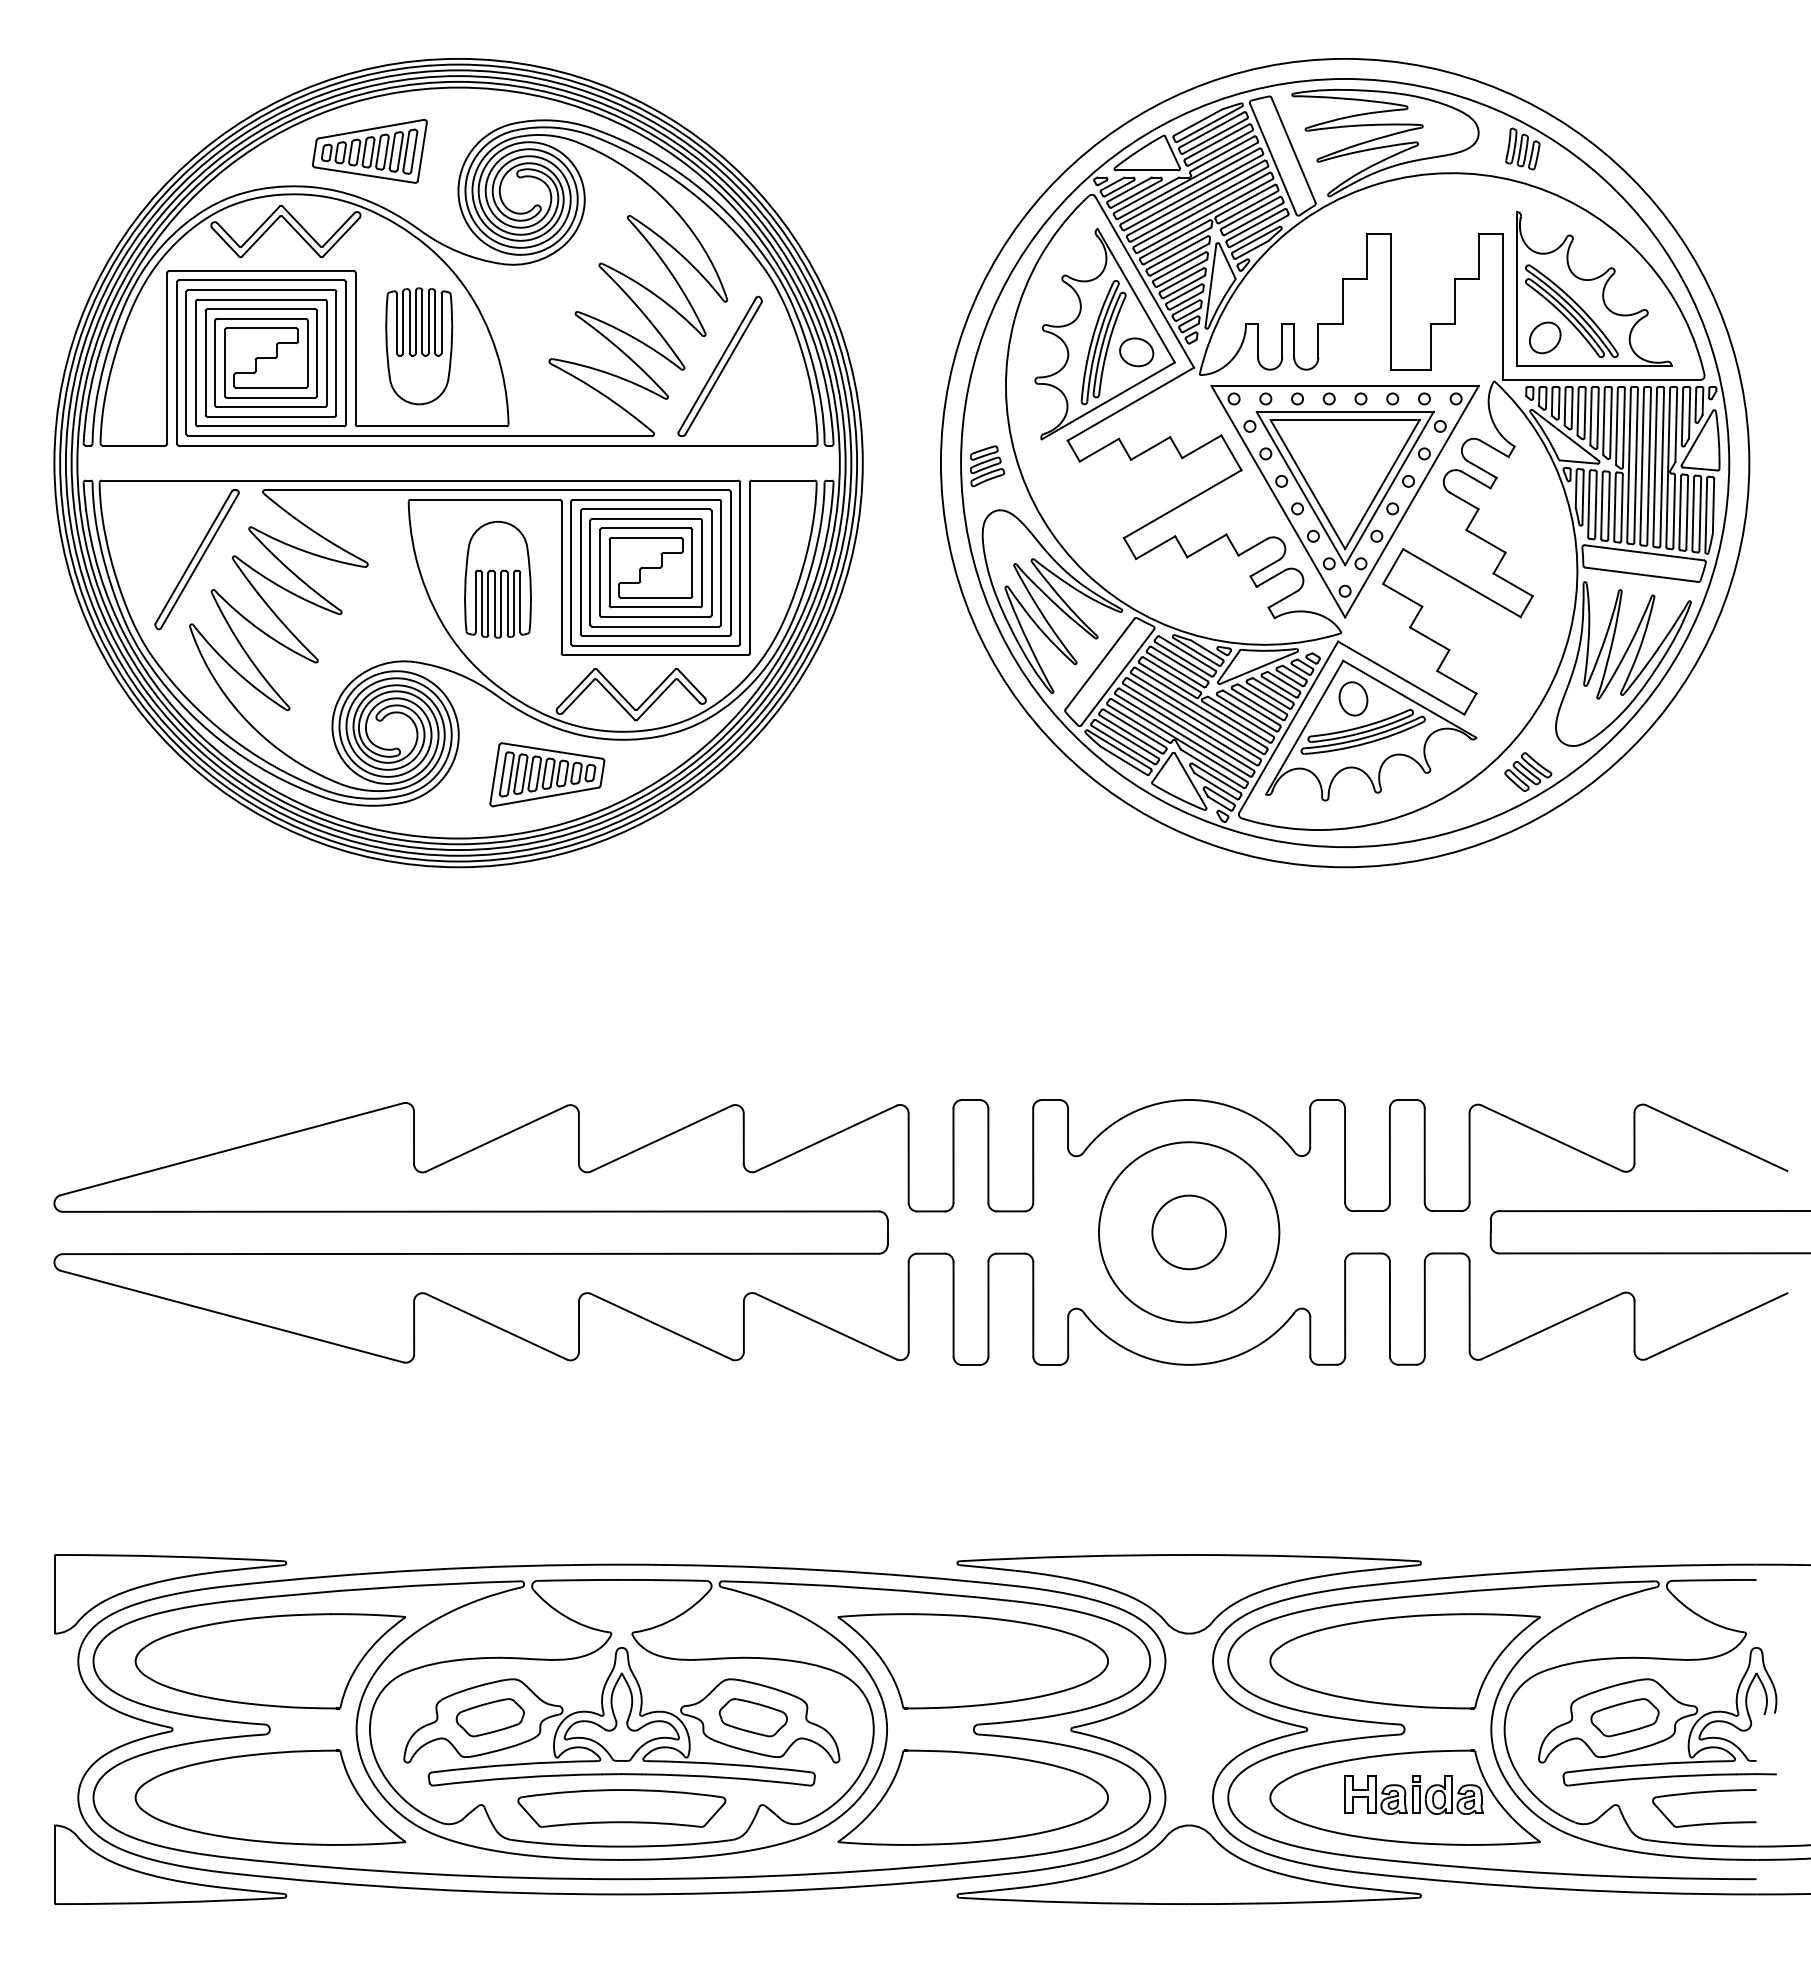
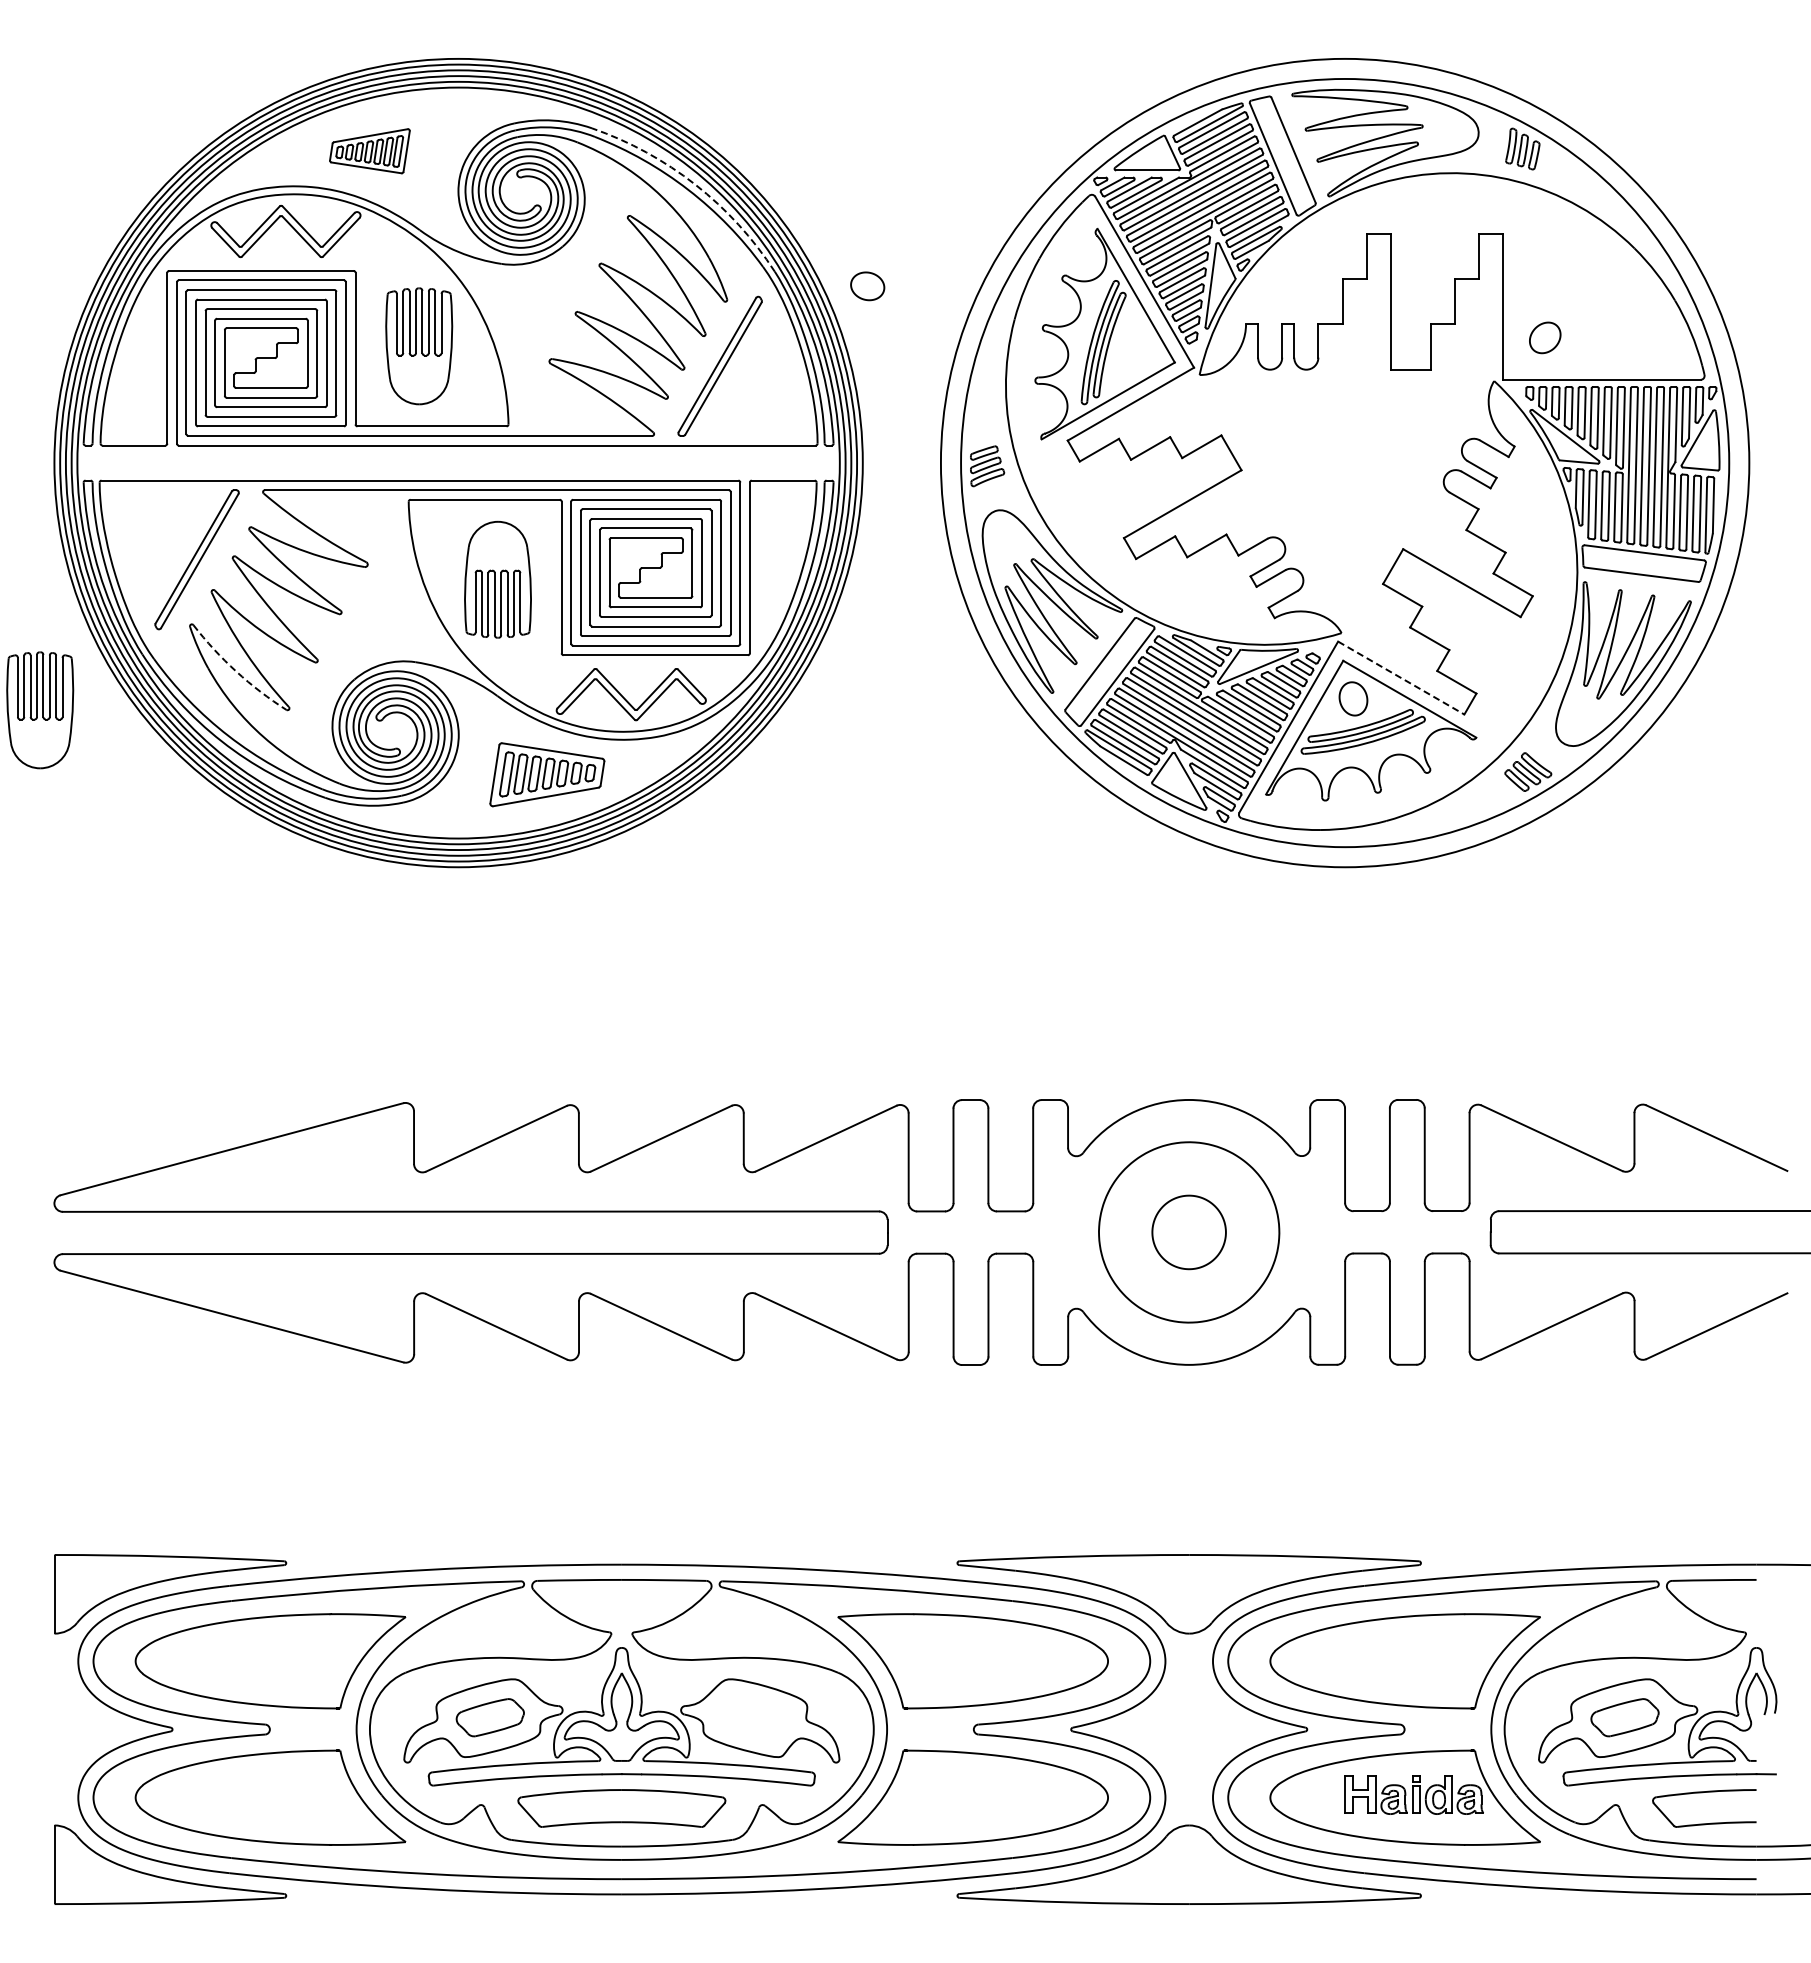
part at (369, 150) size: 116x66 px -> 82x47 px
arc at (695, 184): solid -> dashed
part at (1594, 288): present -> none
part at (1136, 352) position: (1136, 352) -> (867, 286)
part at (1344, 501): present -> none
arc at (236, 671): solid -> dashed
line at (1401, 678): solid -> dashed
part at (40, 710): none -> present
part at (752, 1717): present -> none
